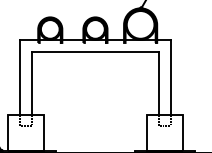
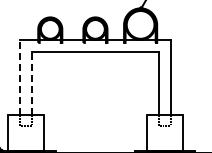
line at (20, 77): solid -> dashed
line at (32, 83): solid -> dashed
